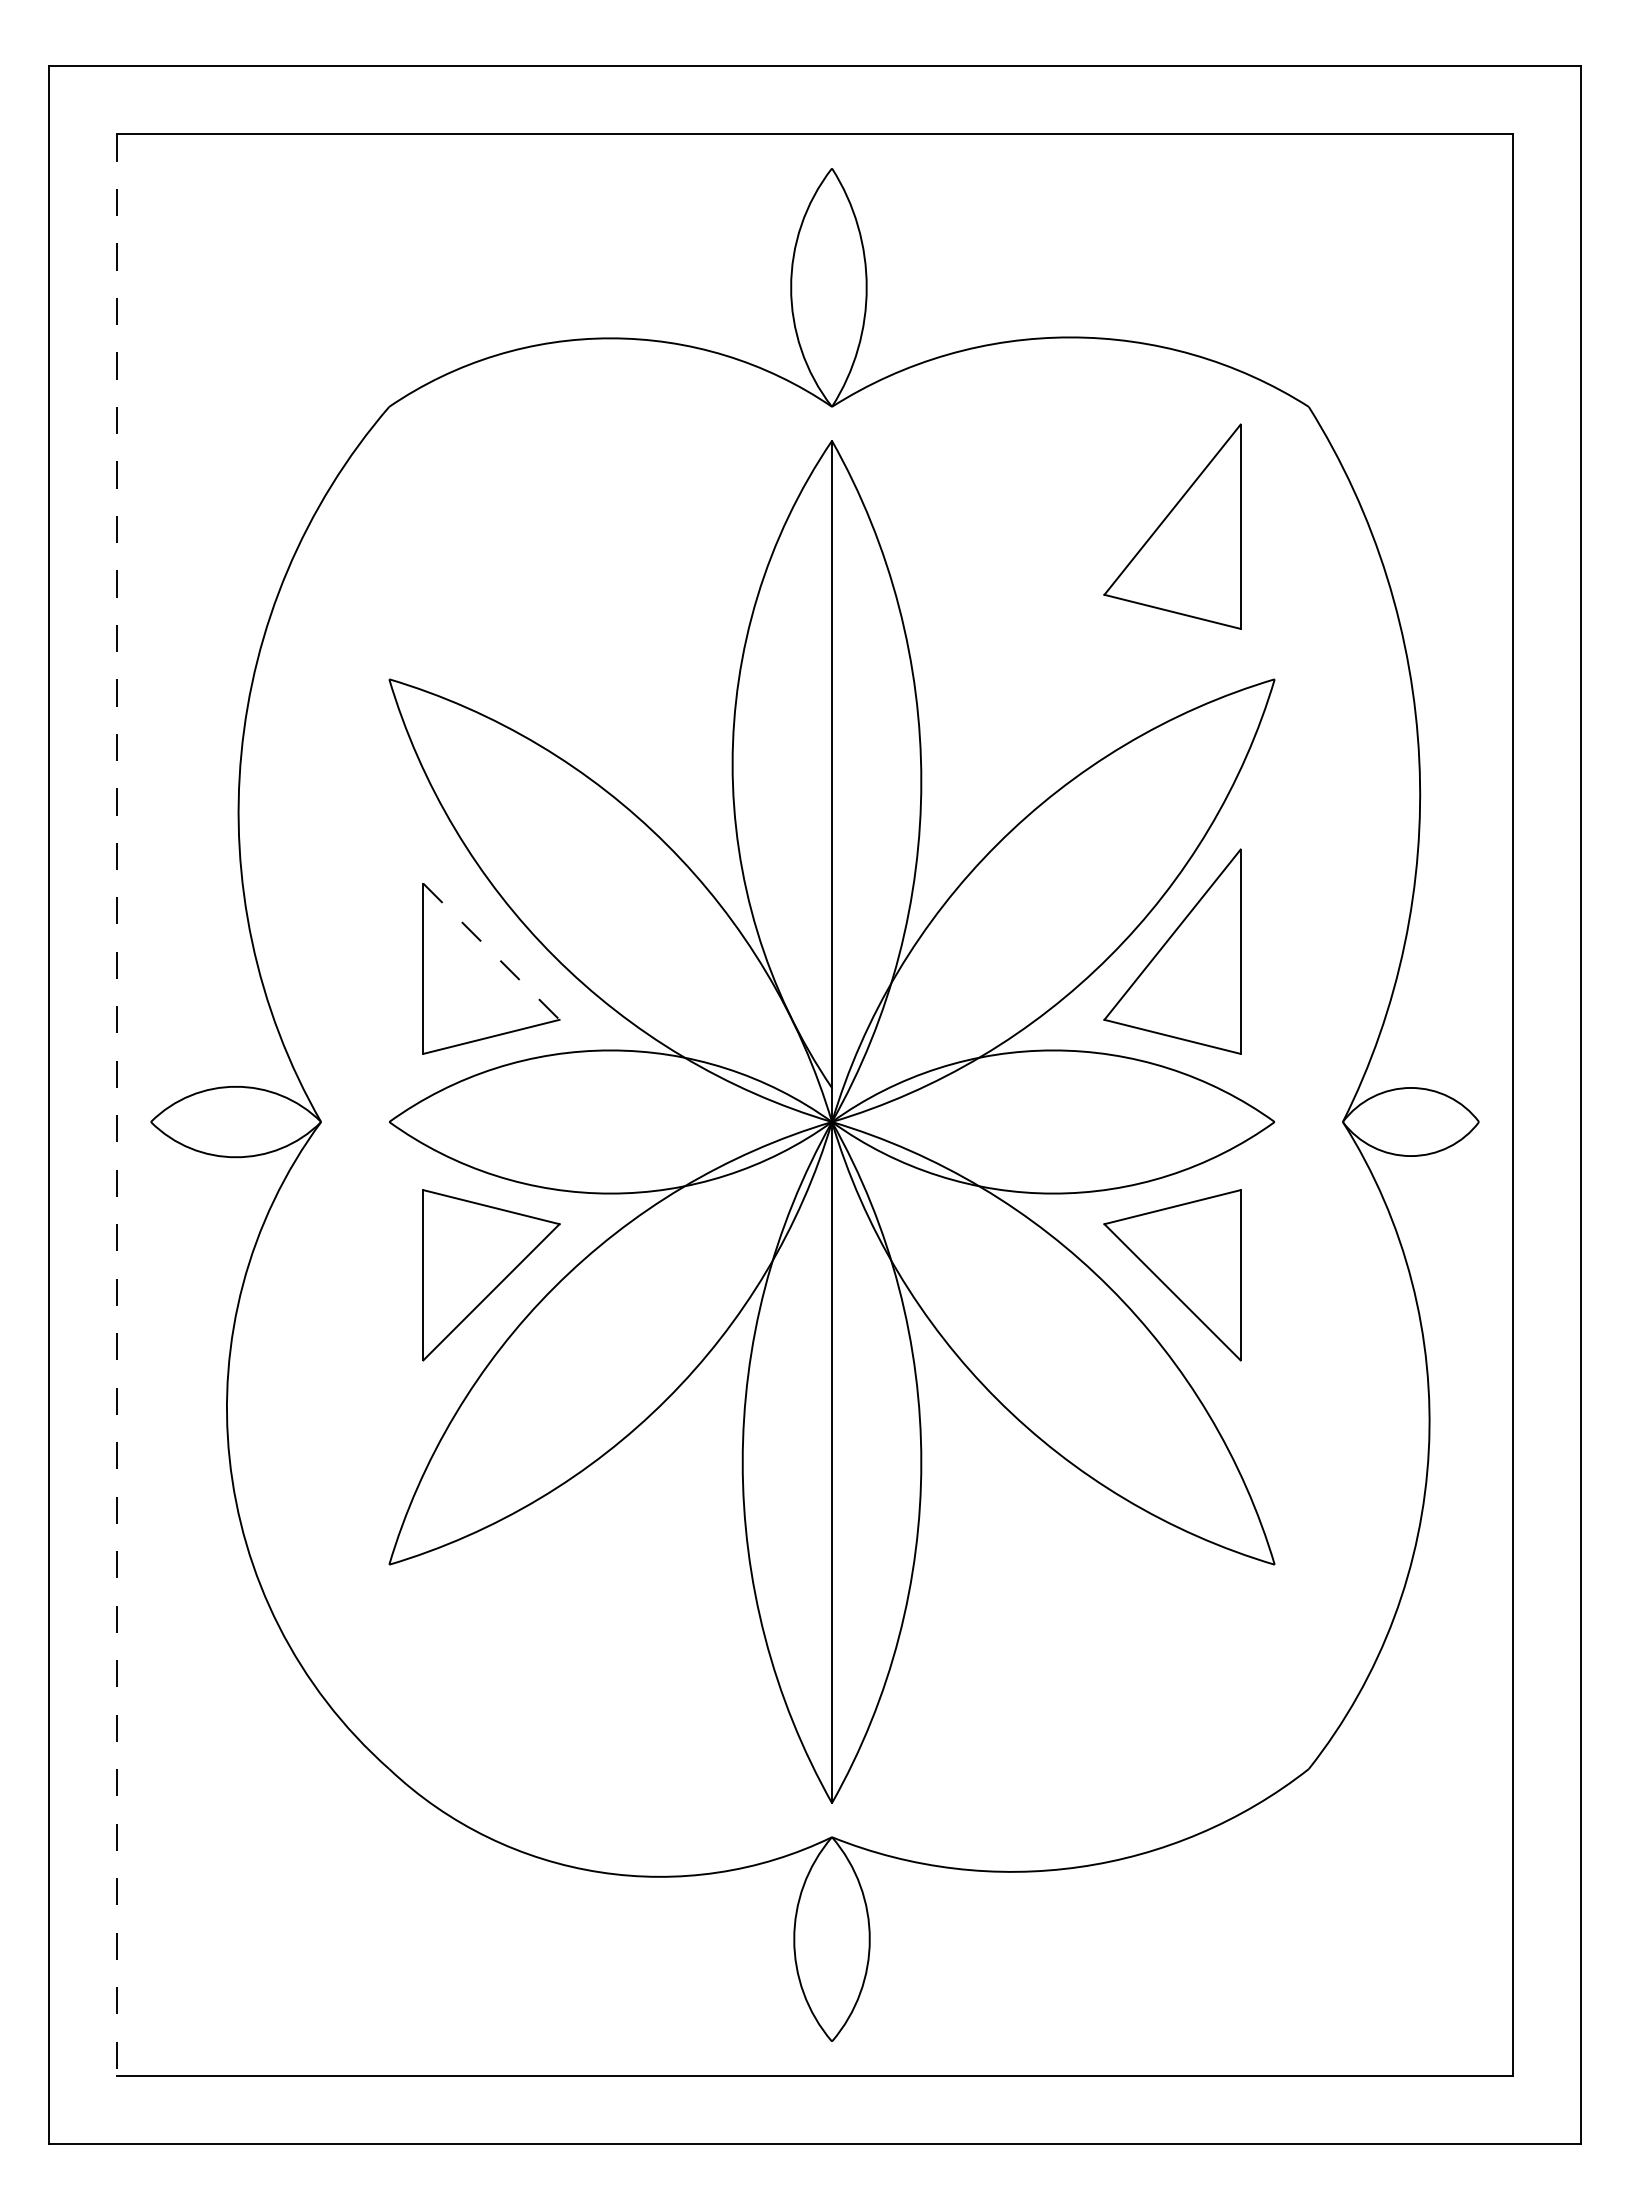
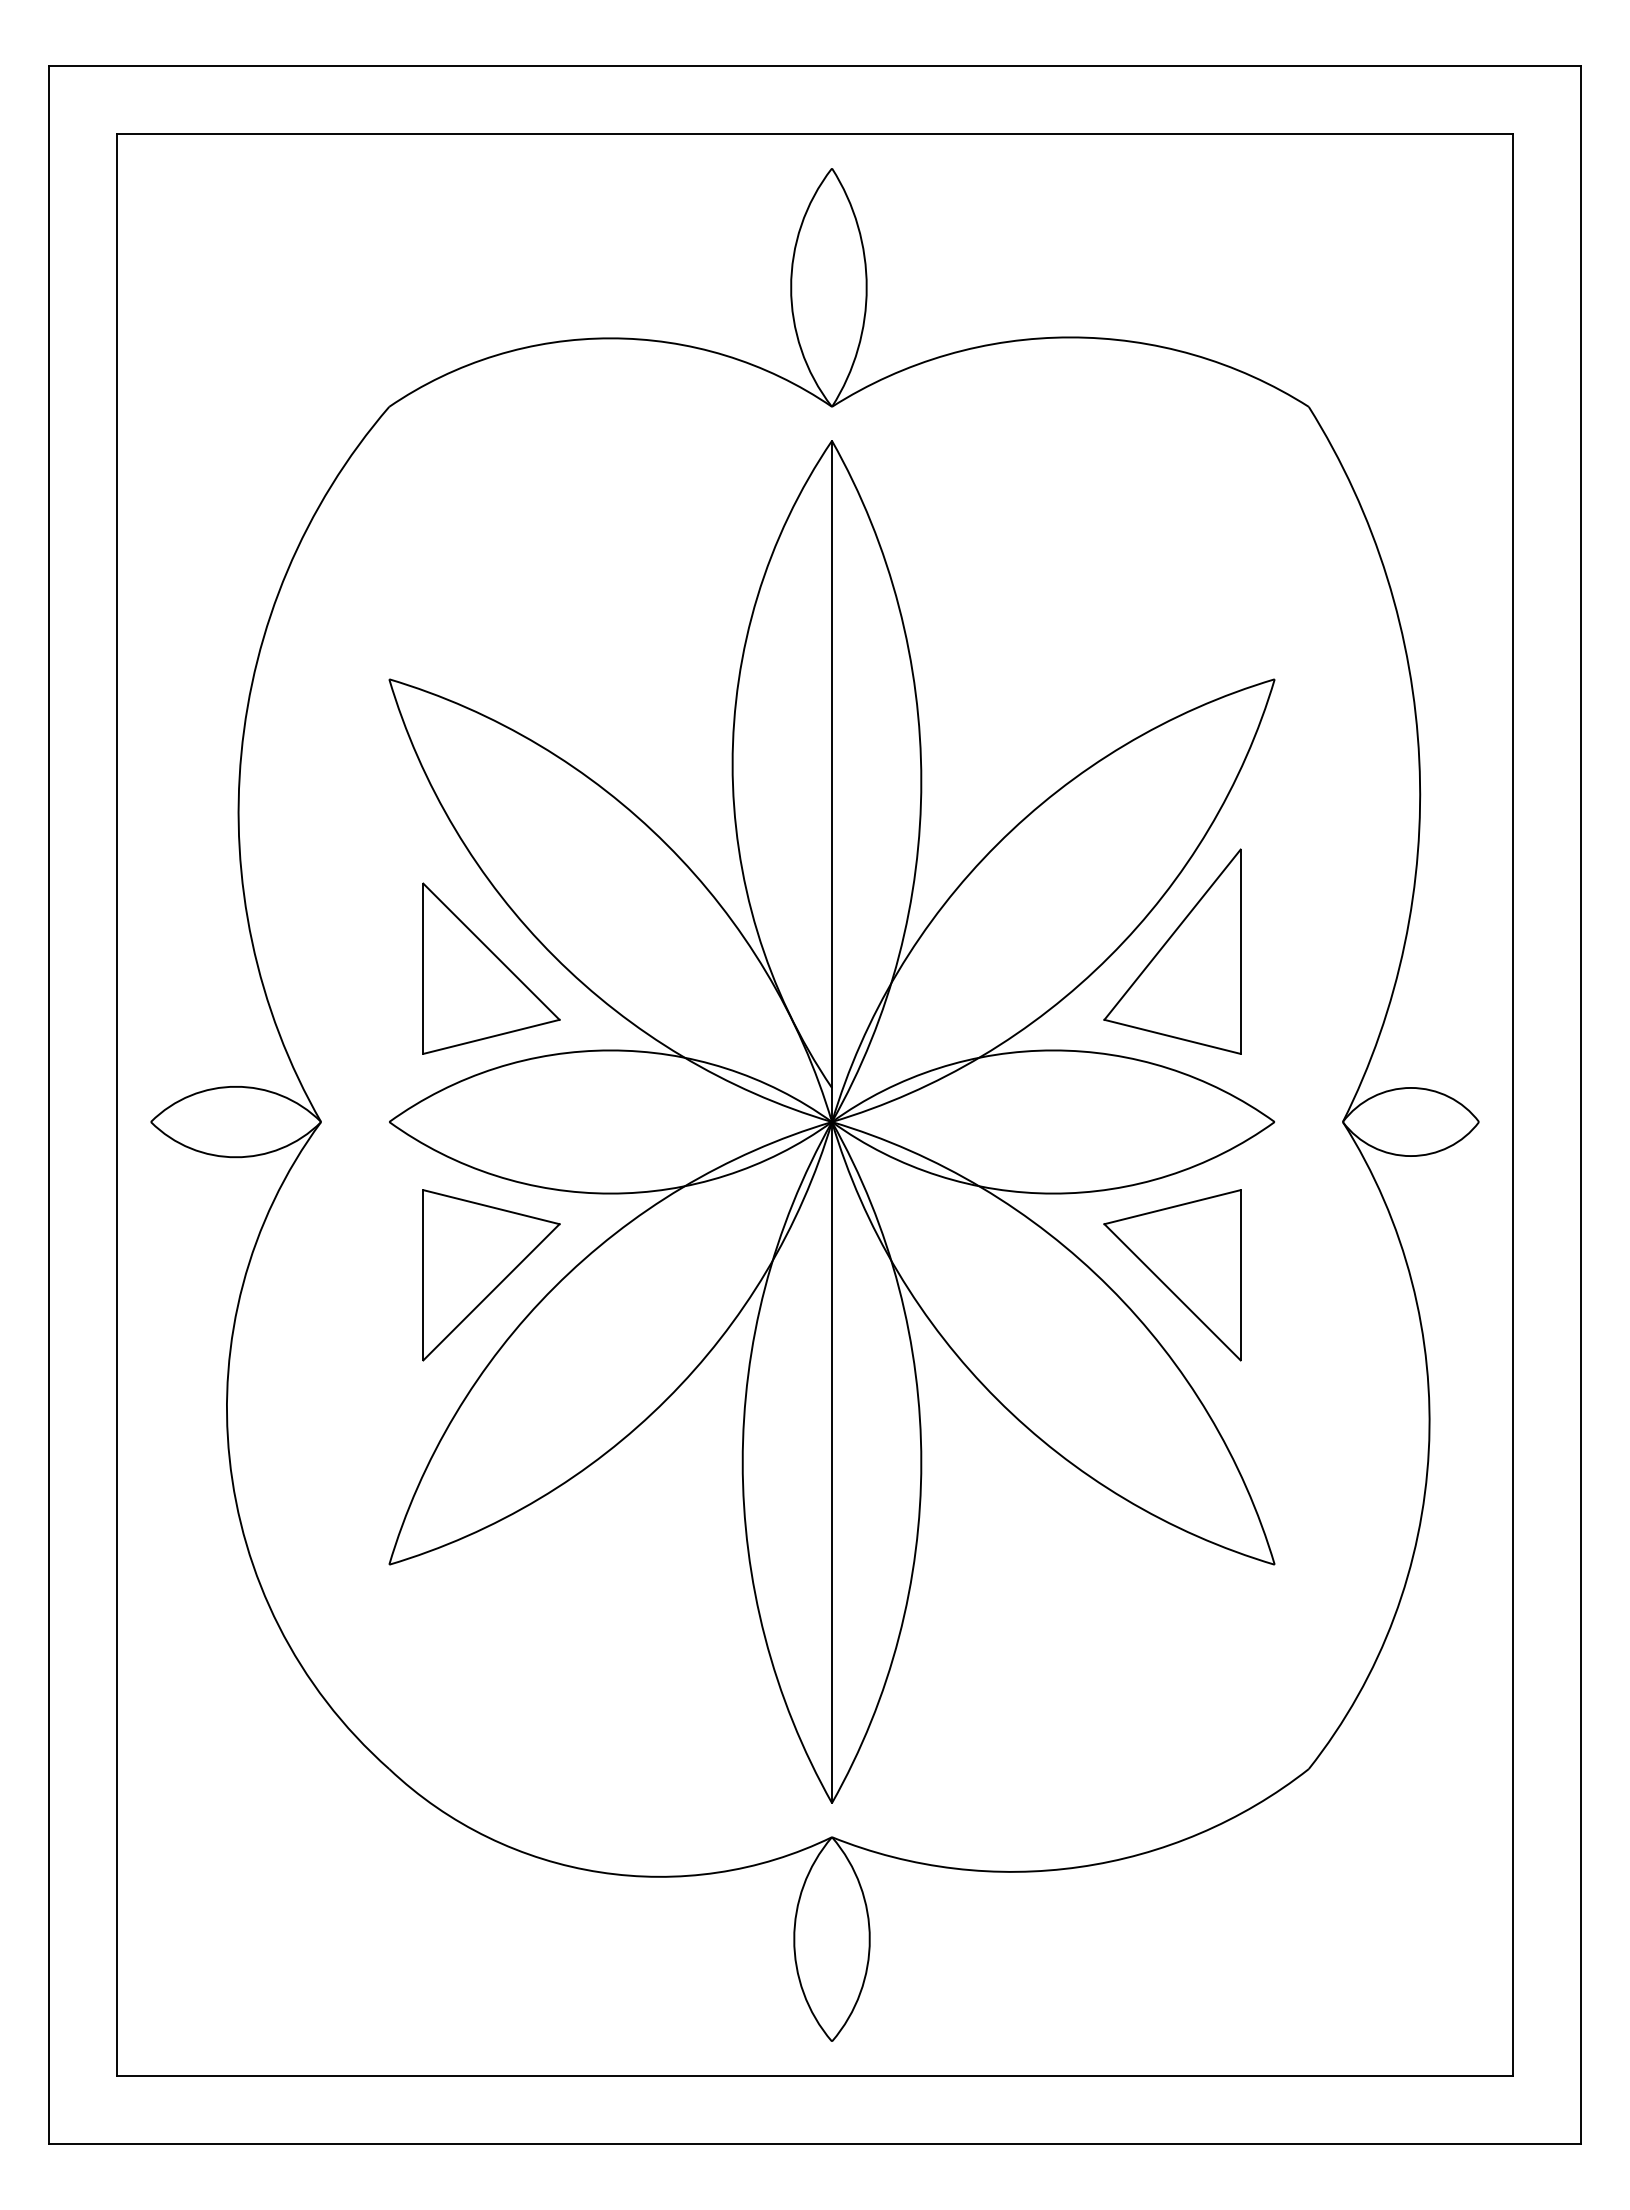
part at (1172, 526): present -> none
line at (491, 952): dashed -> solid
line at (116, 1105): dashed -> solid
